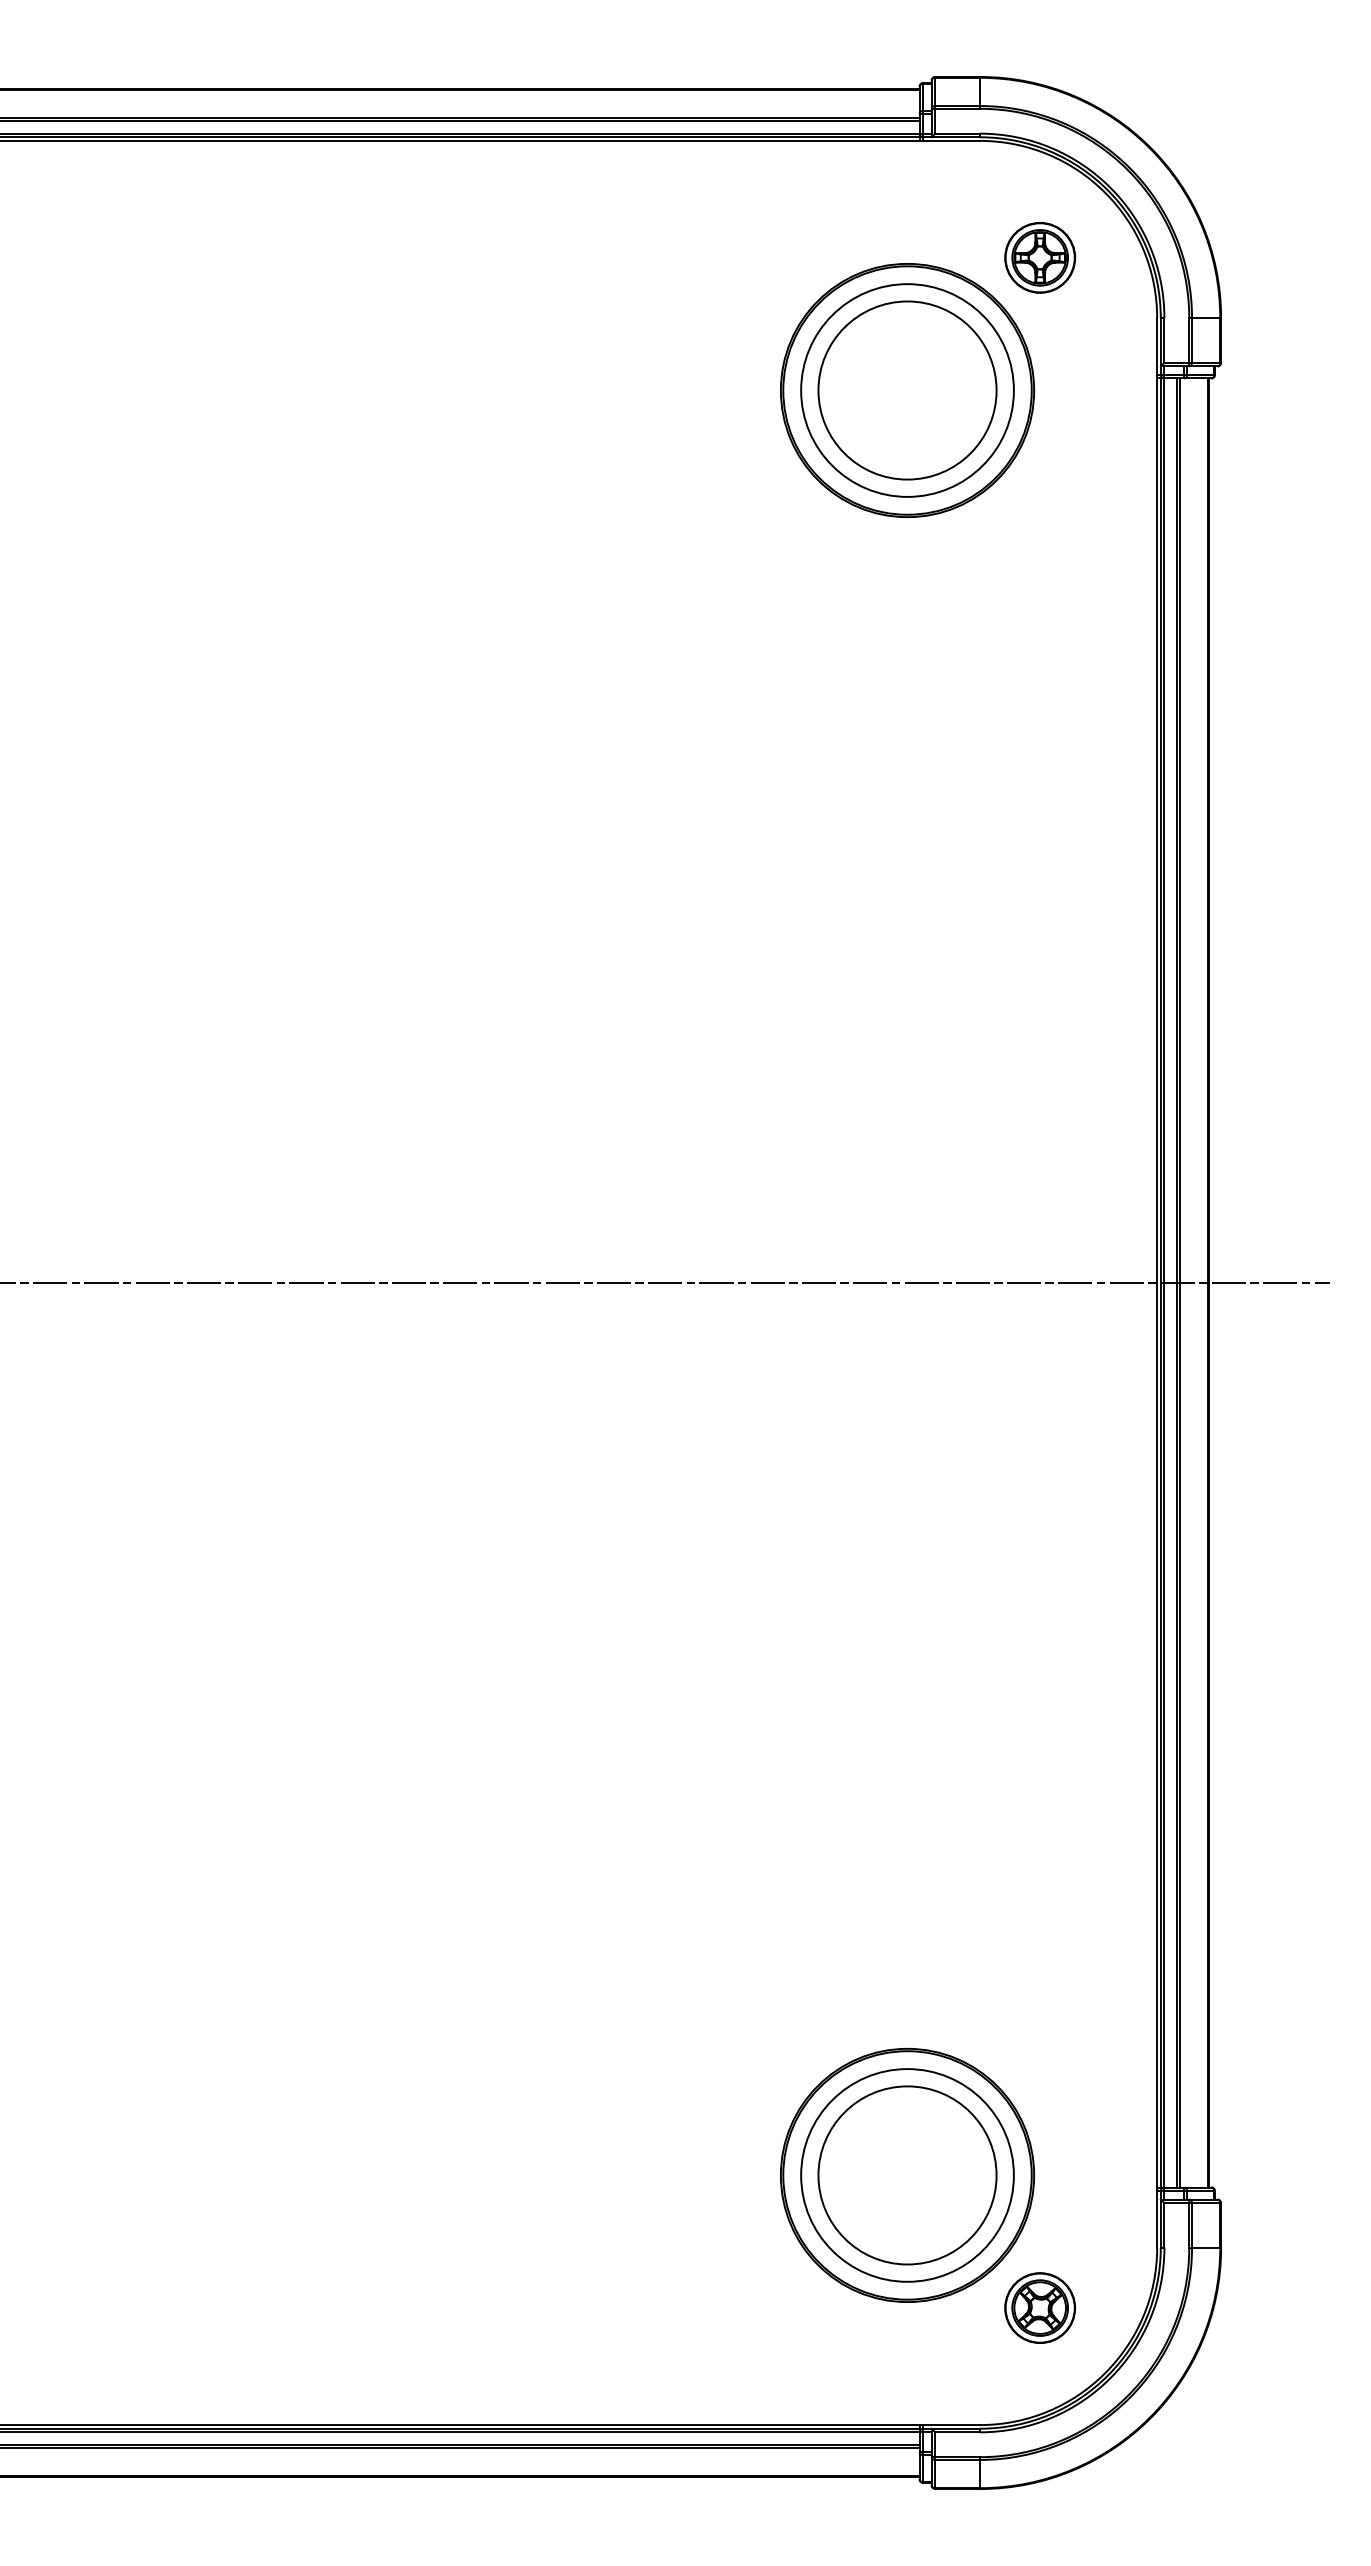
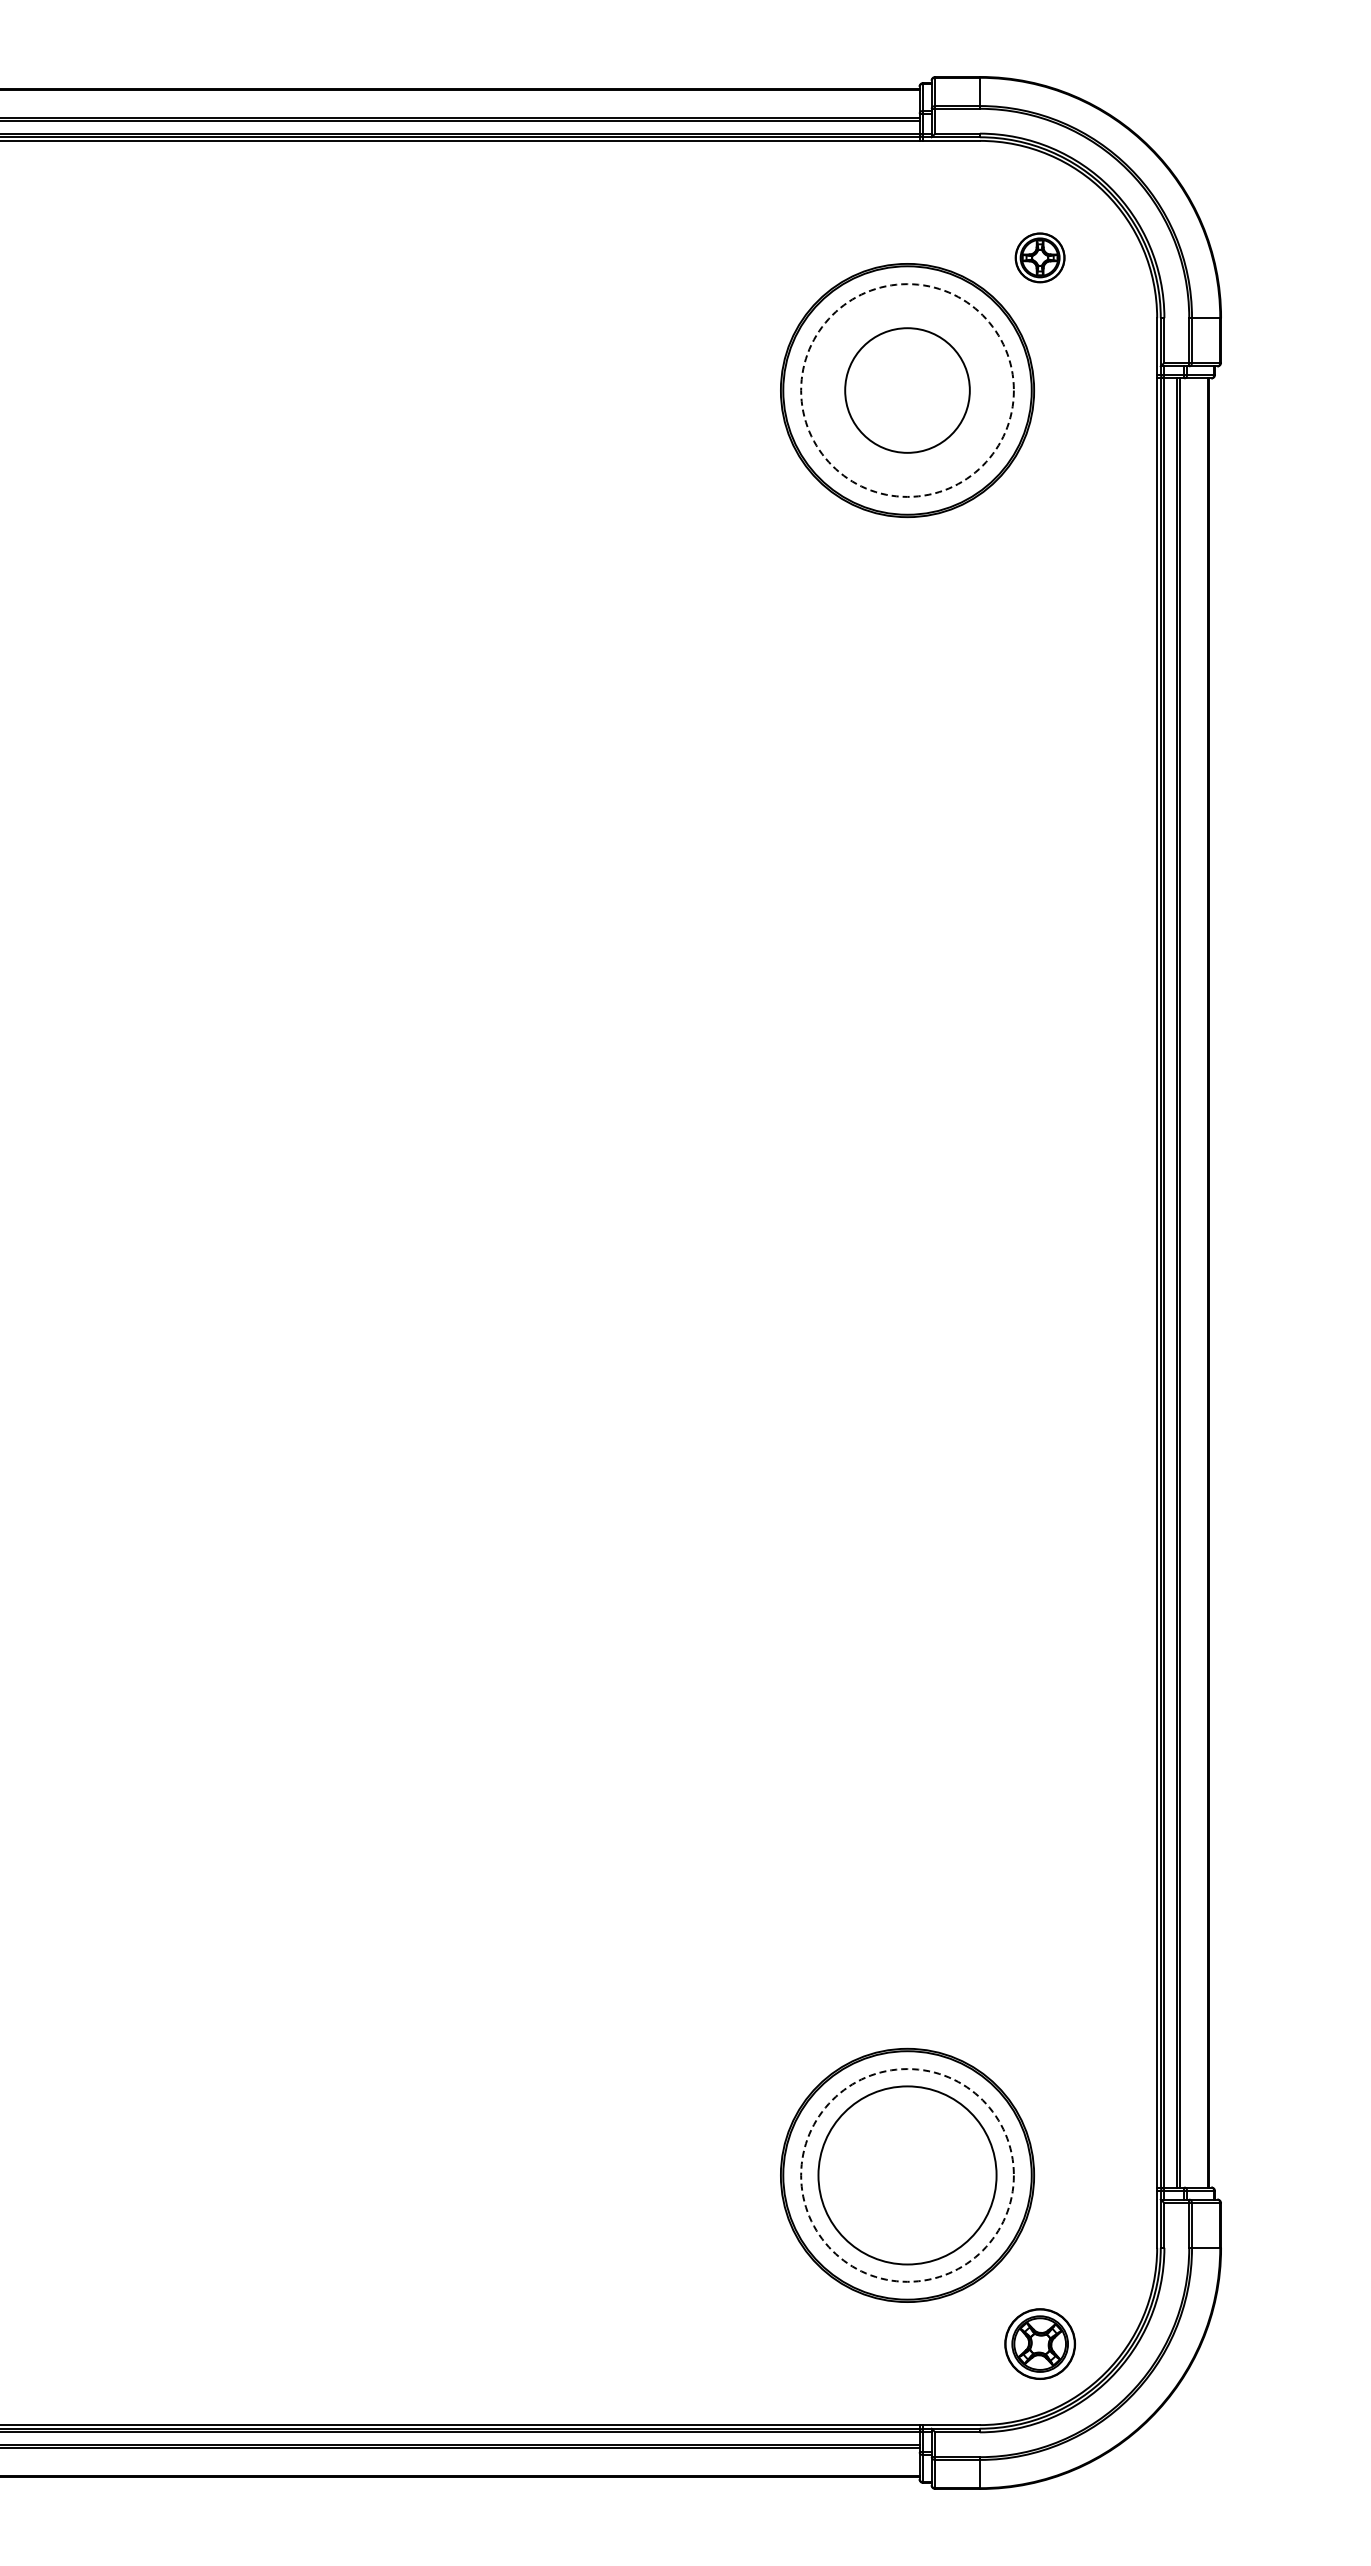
part at (1039, 257) size: 72x72 px -> 52x52 px
circle at (907, 390) diameter: 178 px -> 125 px
circle at (907, 390): solid -> dashed
line at (665, 1283): present -> none
circle at (907, 2175): solid -> dashed
part at (1039, 2307) position: (1039, 2307) -> (1039, 2343)
